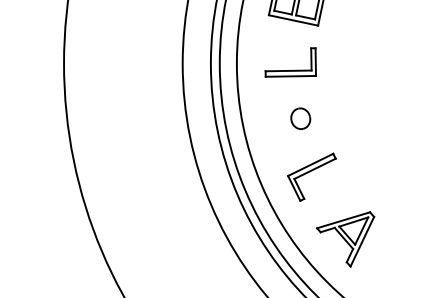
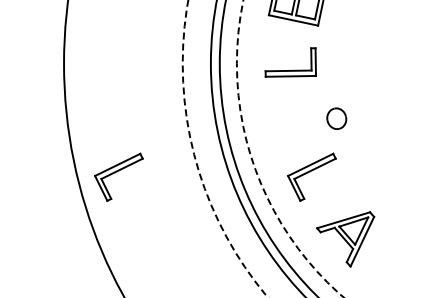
part at (300, 118) position: (300, 118) -> (336, 118)
circle at (225, 148): solid -> dashed
circle at (289, 148): solid -> dashed
part at (118, 176): none -> present
